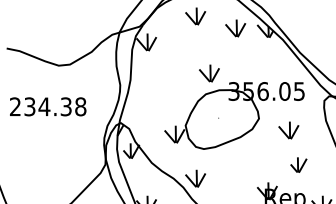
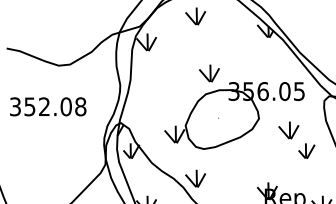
part at (235, 28): present -> none
text at (40, 106): 234.38 -> 352.08
part at (298, 164) position: (298, 164) -> (306, 150)
